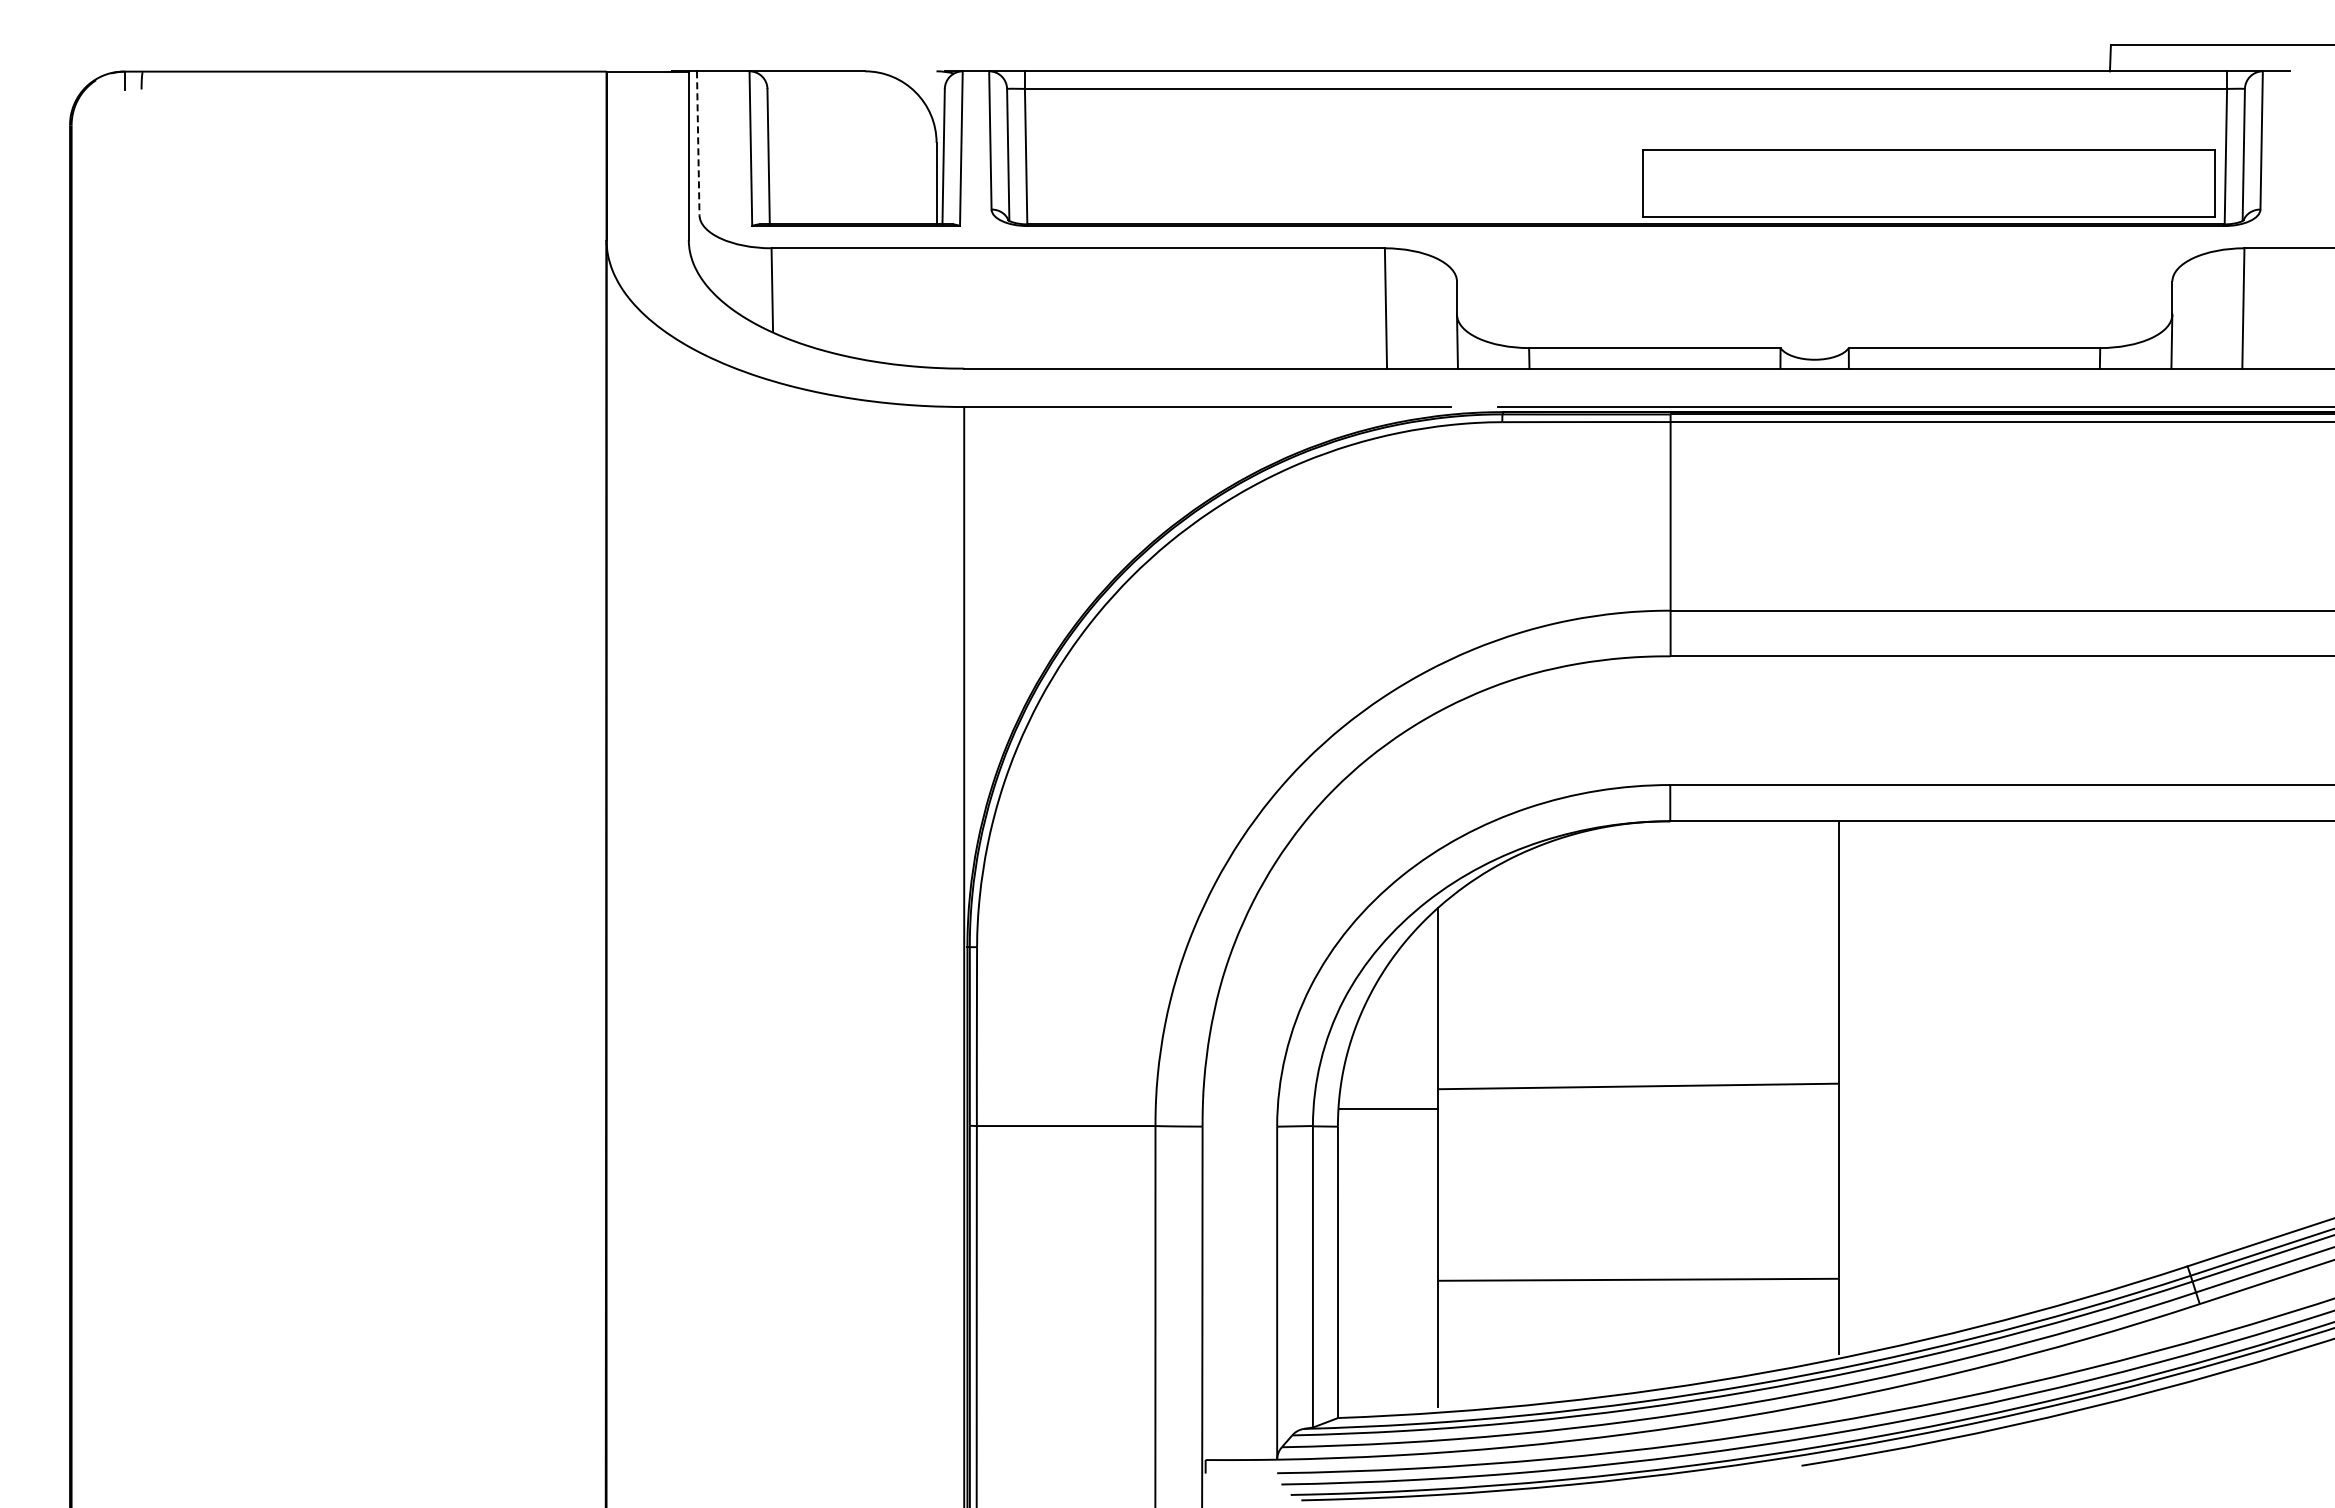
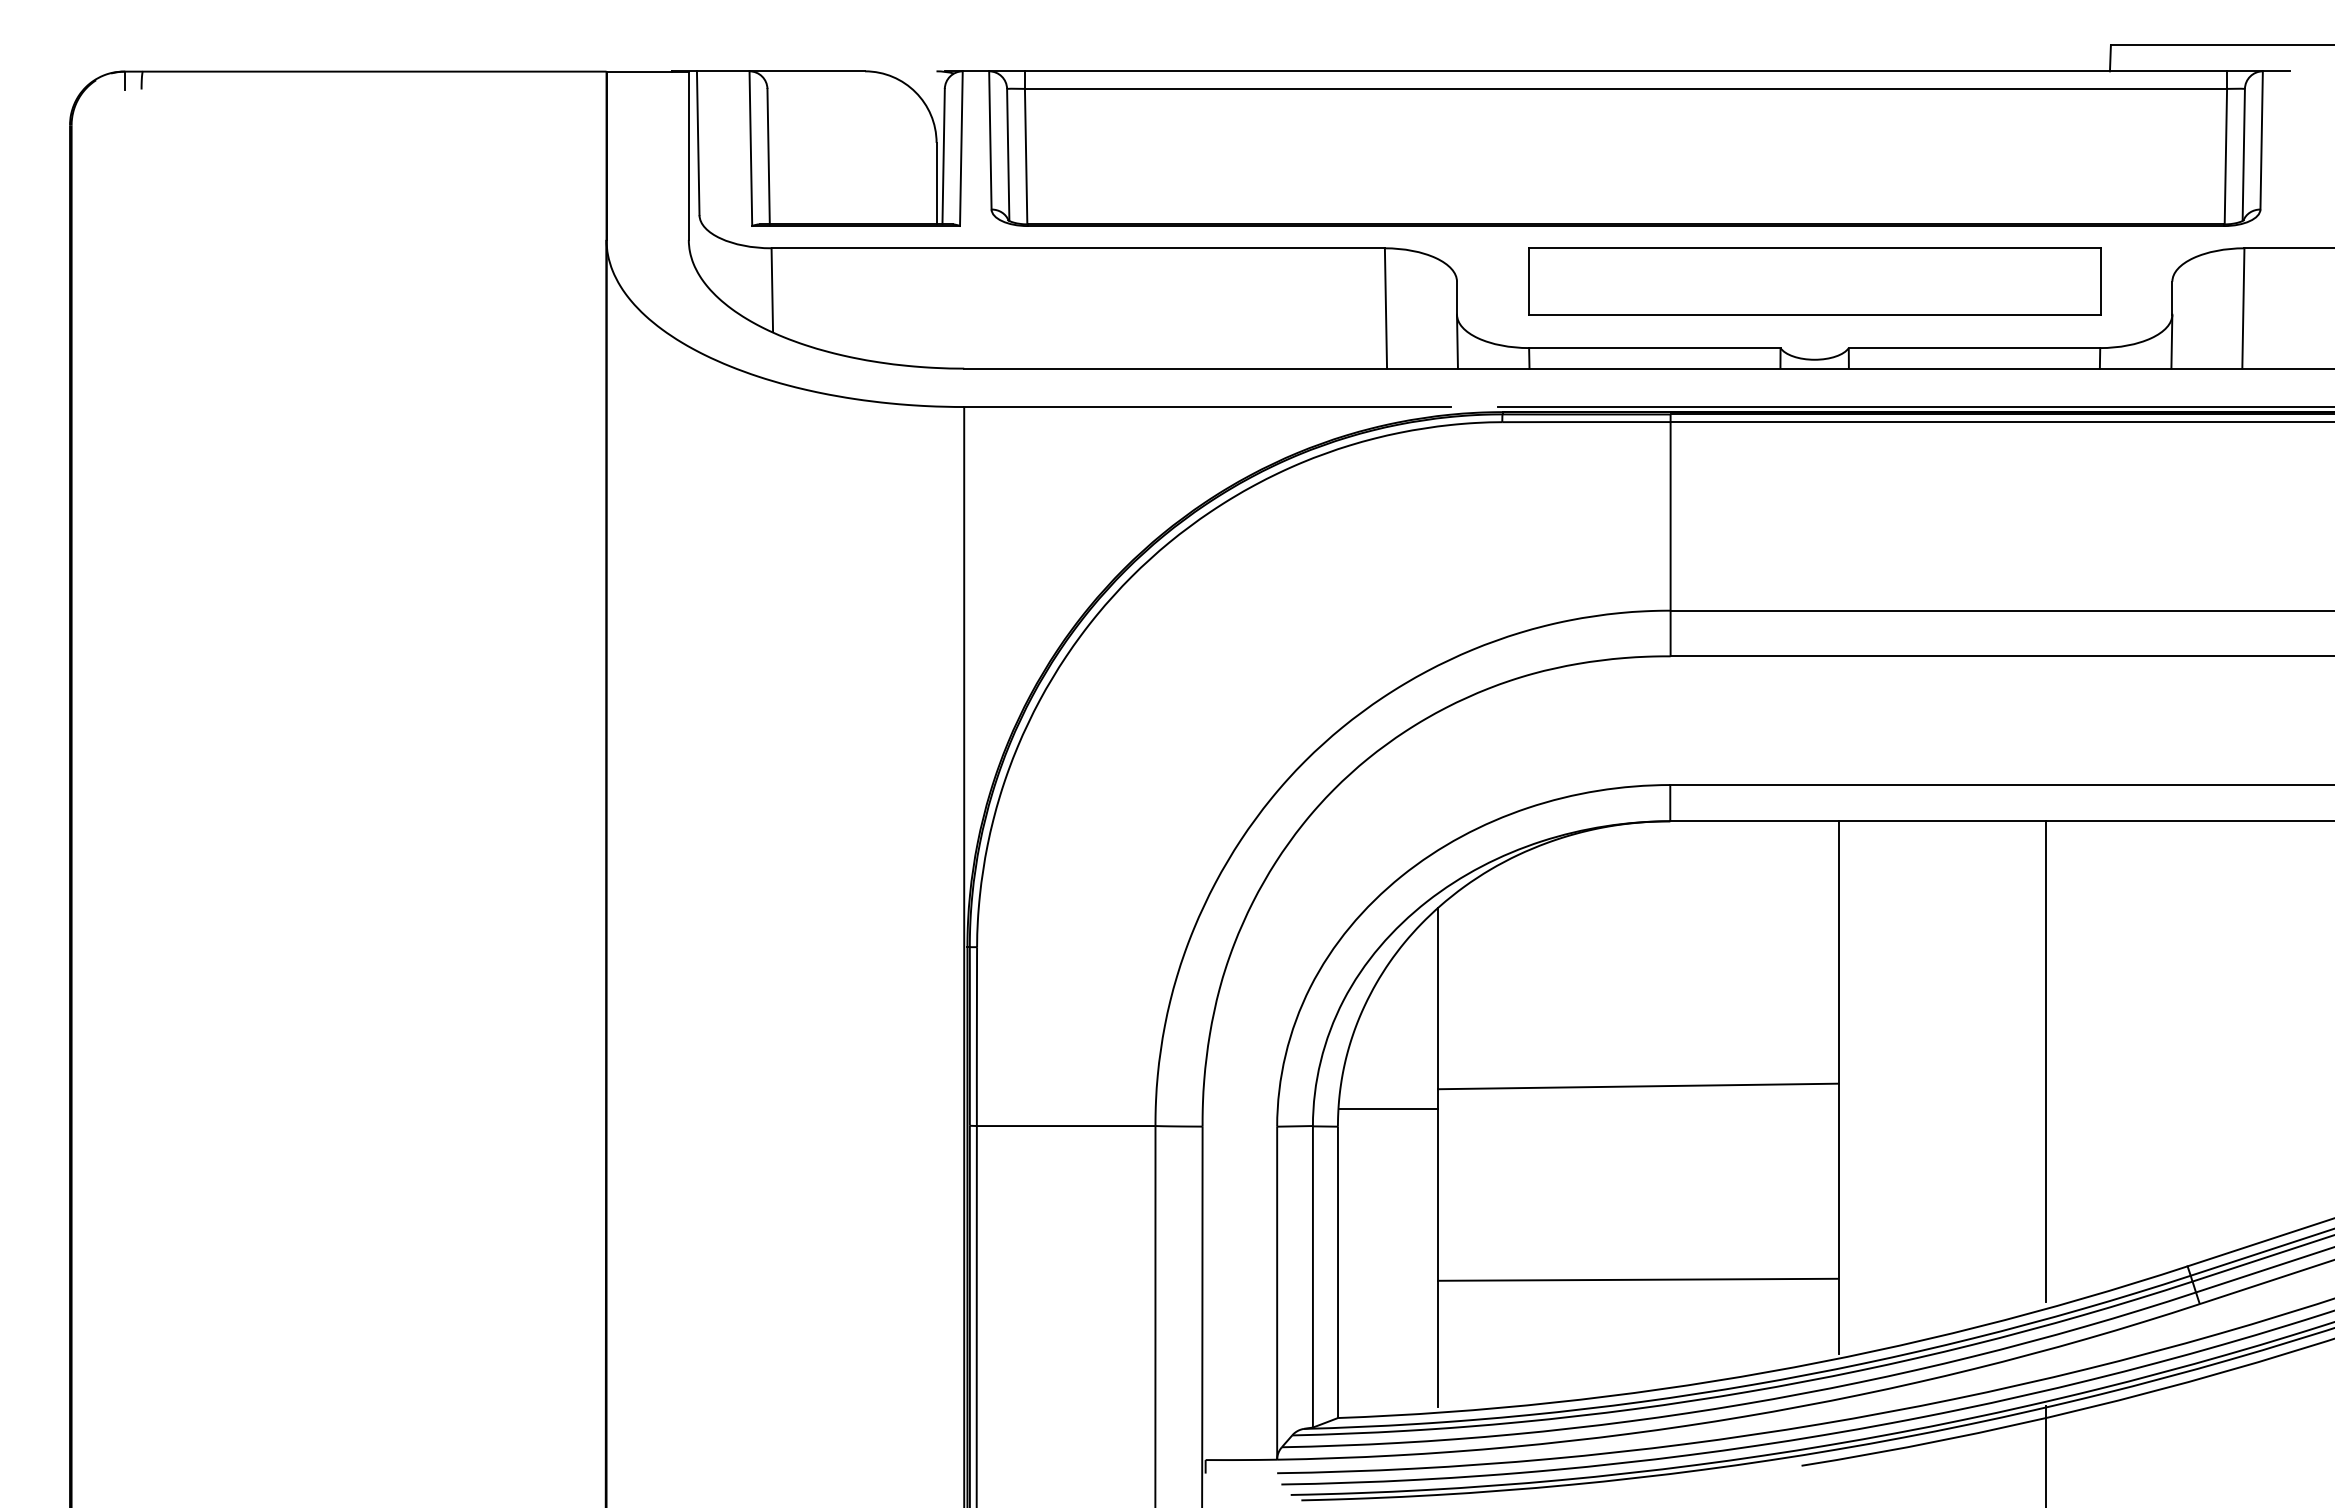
line at (698, 143): dashed -> solid
part at (1928, 183) position: (1928, 183) -> (1814, 281)
line at (2046, 1061): none -> present
line at (2046, 1455): none -> present
